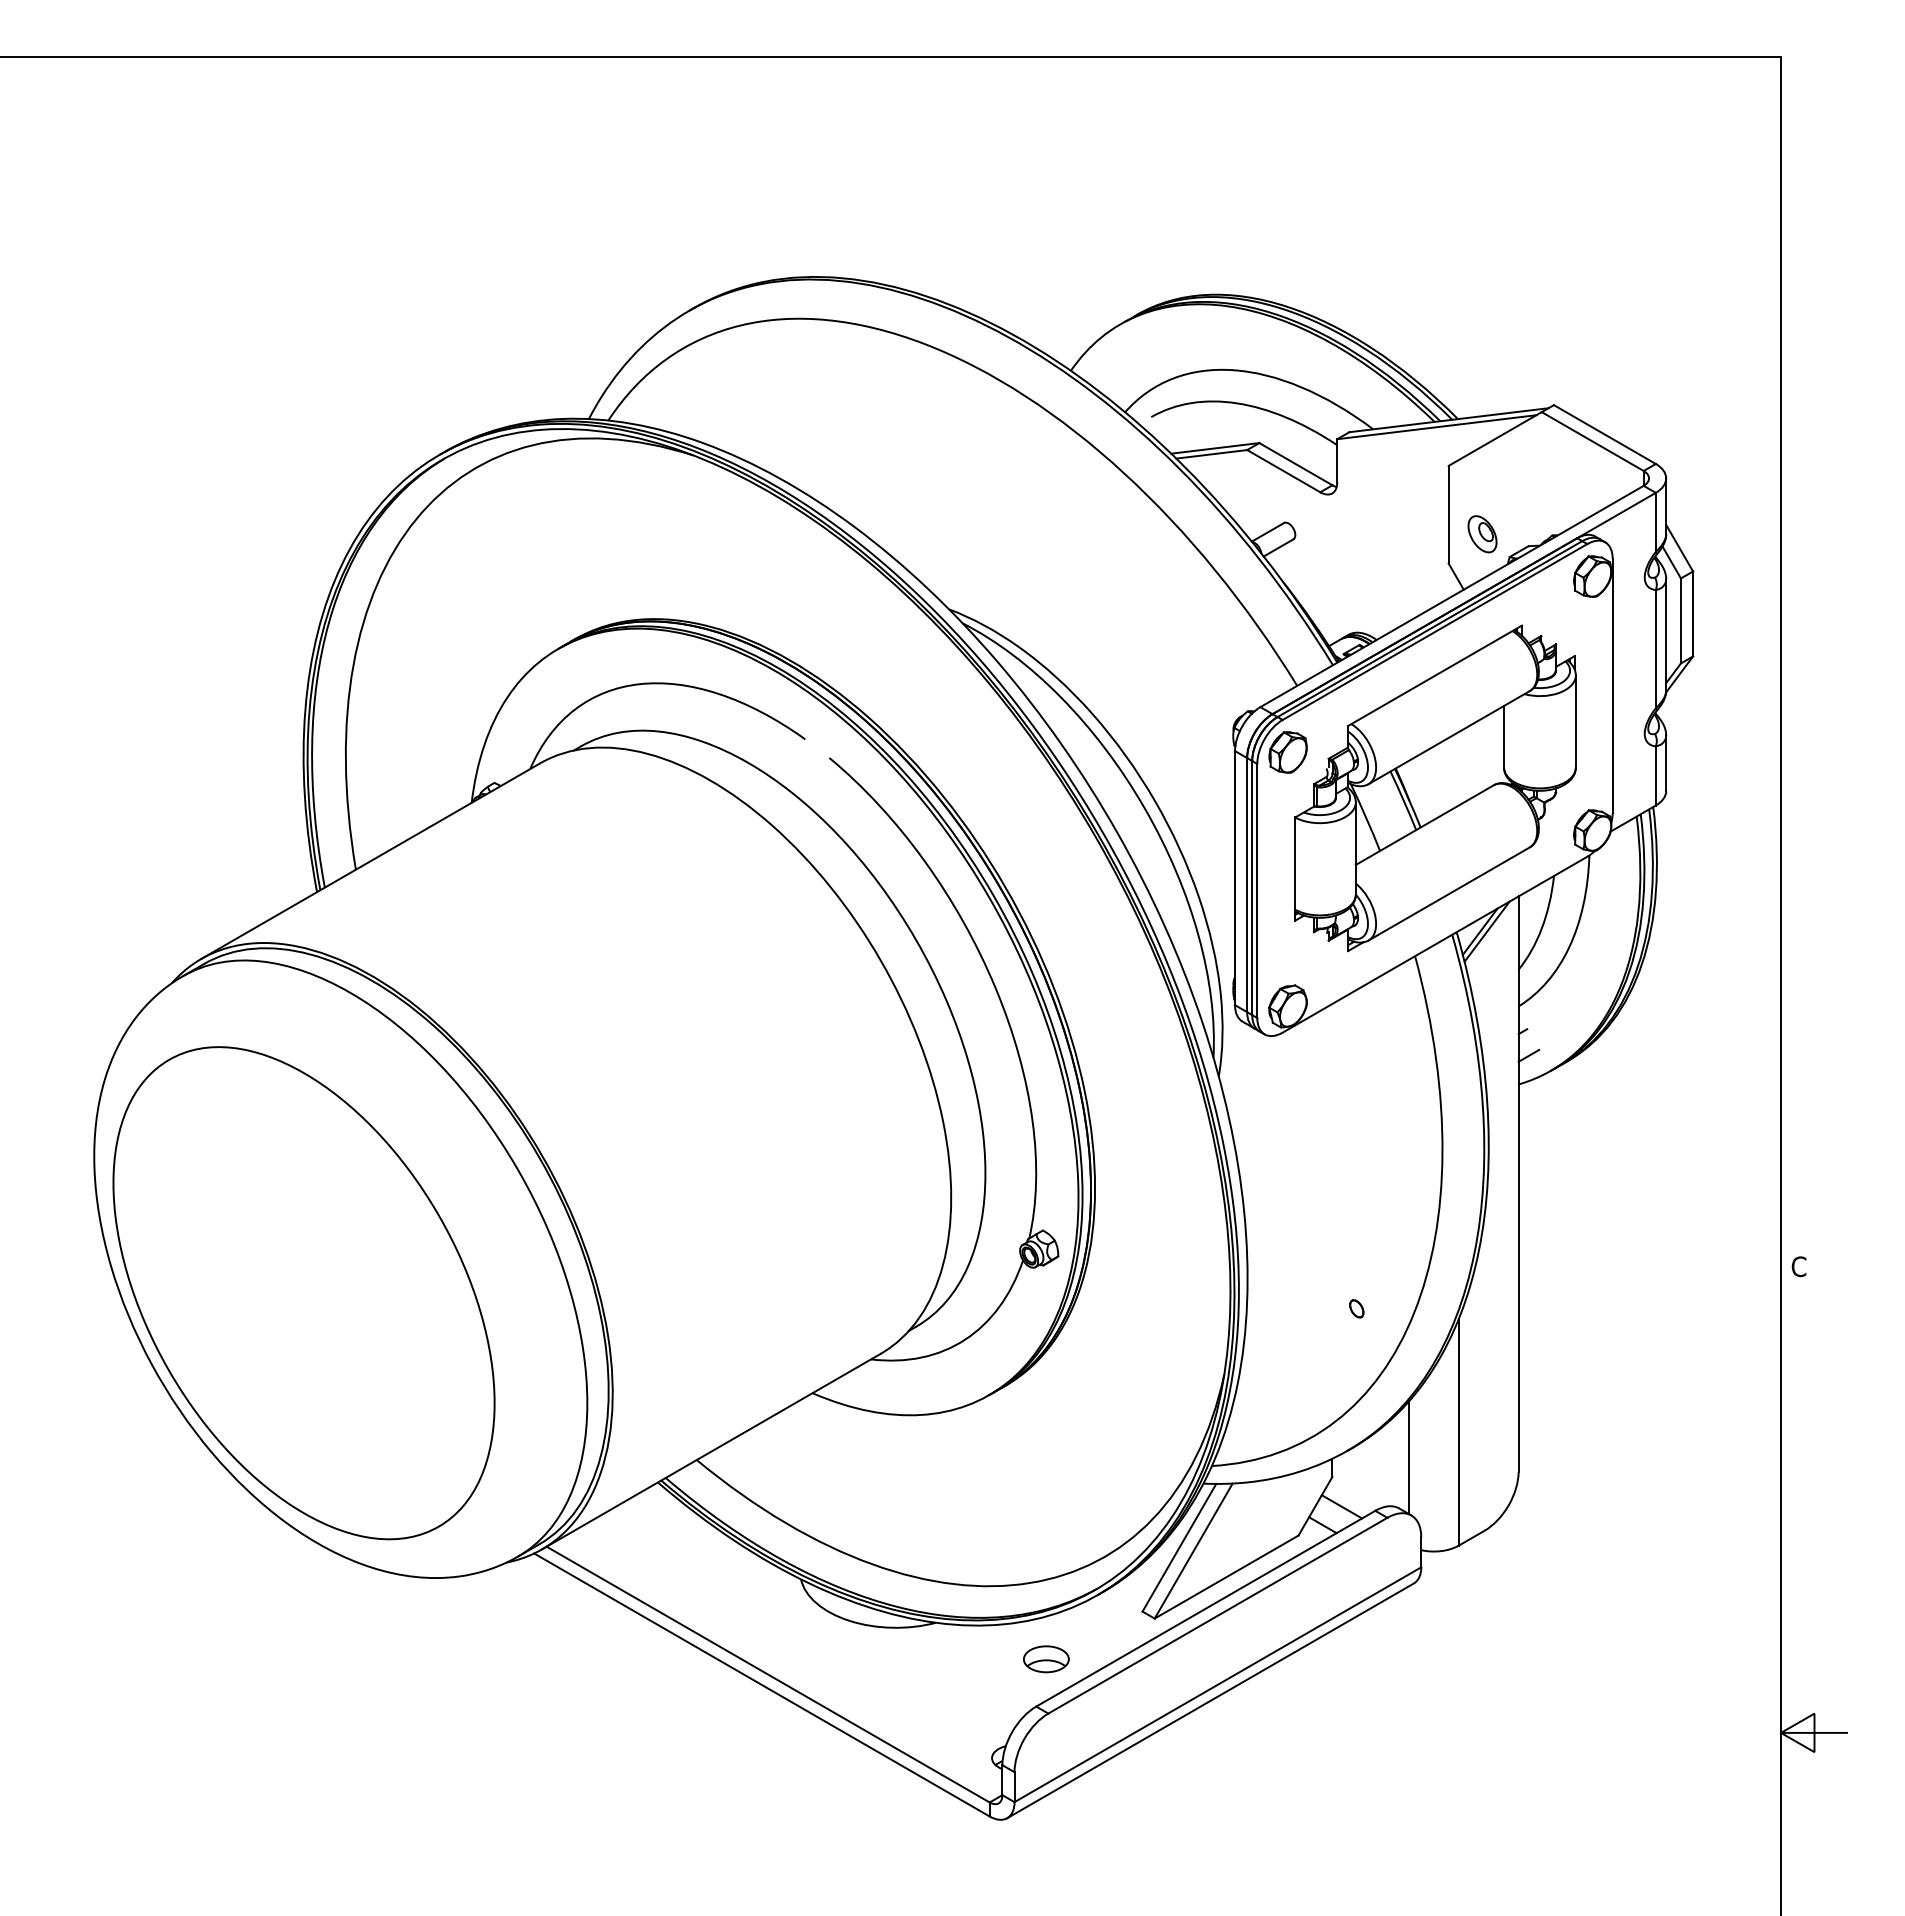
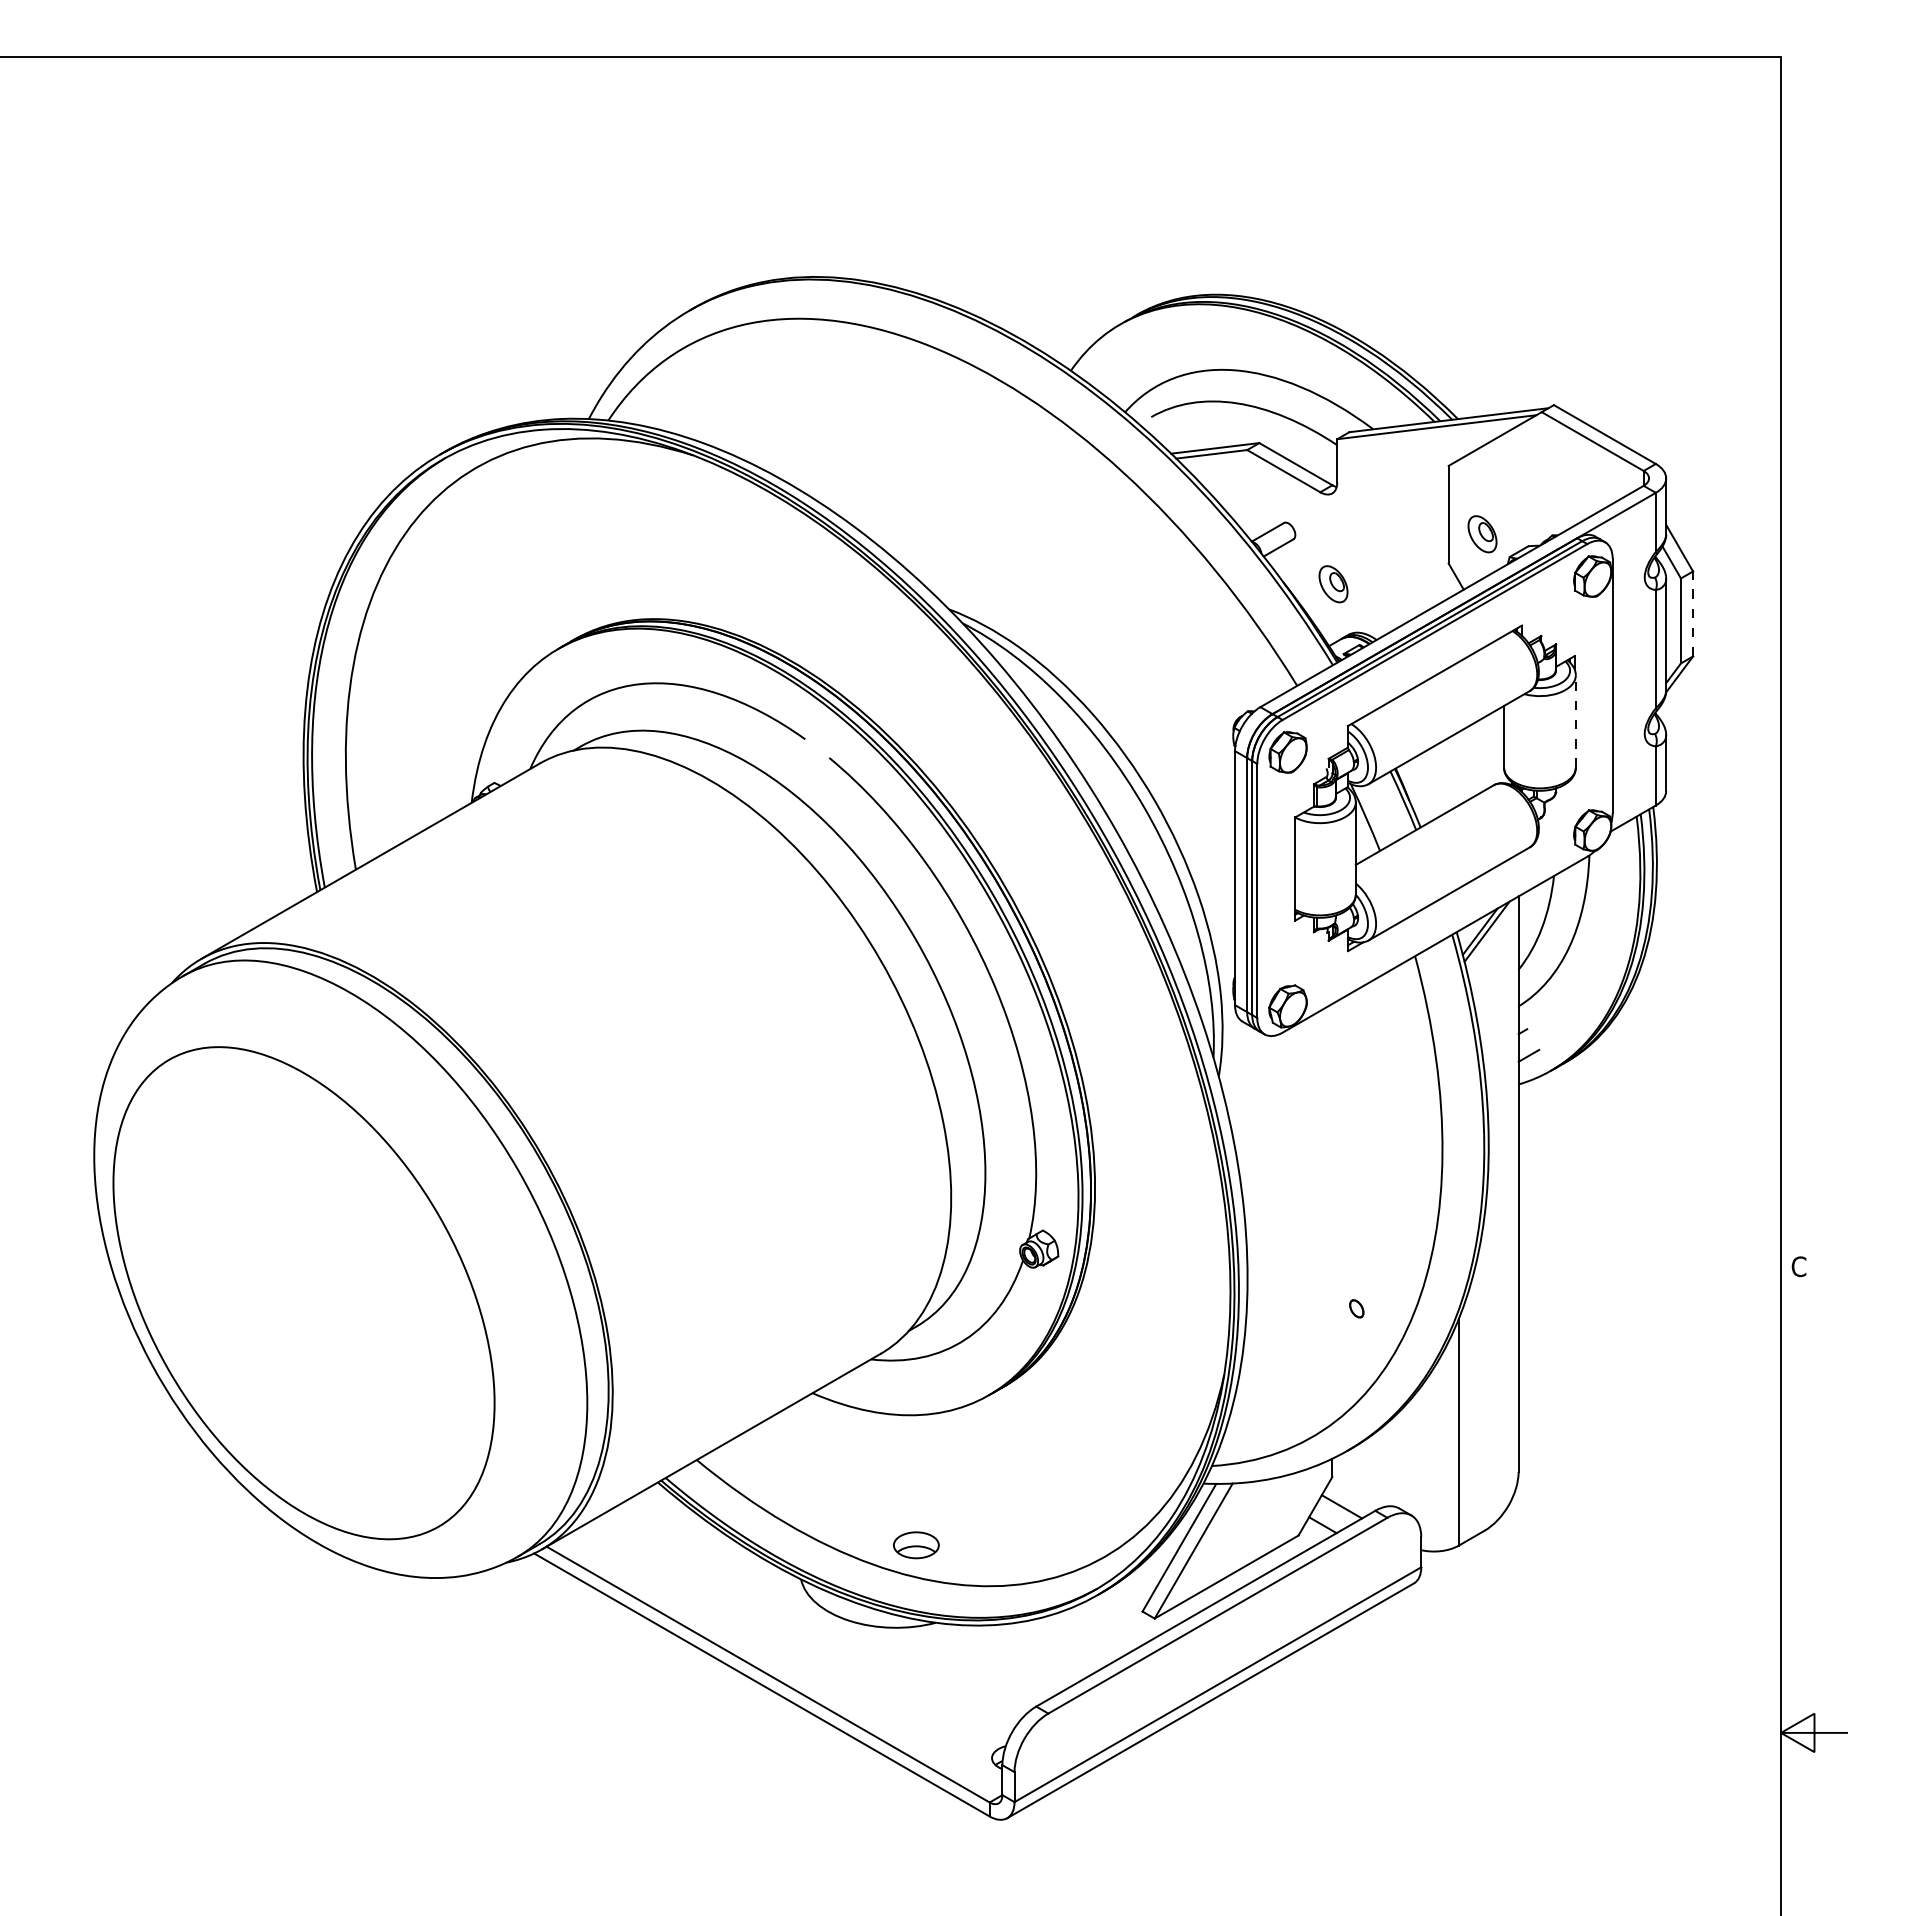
part at (1333, 584): none -> present
line at (1693, 613): solid -> dashed
line at (1575, 721): solid -> dashed
line at (1409, 1457): present -> none
part at (1046, 1659) position: (1046, 1659) -> (916, 1545)
